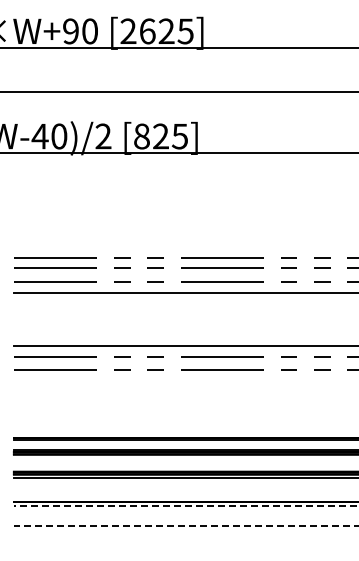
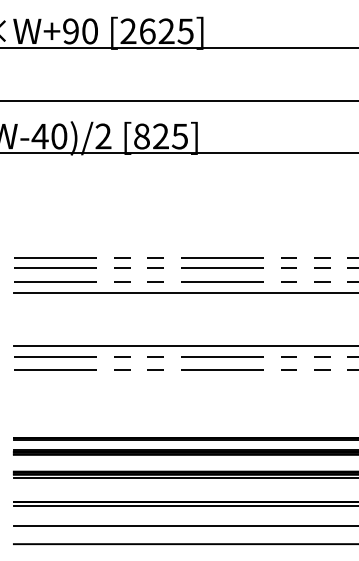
line at (178, 91) position: (178, 91) -> (178, 100)
line at (185, 506): dashed -> solid
line at (185, 525): dashed -> solid
line at (184, 544): none -> present
